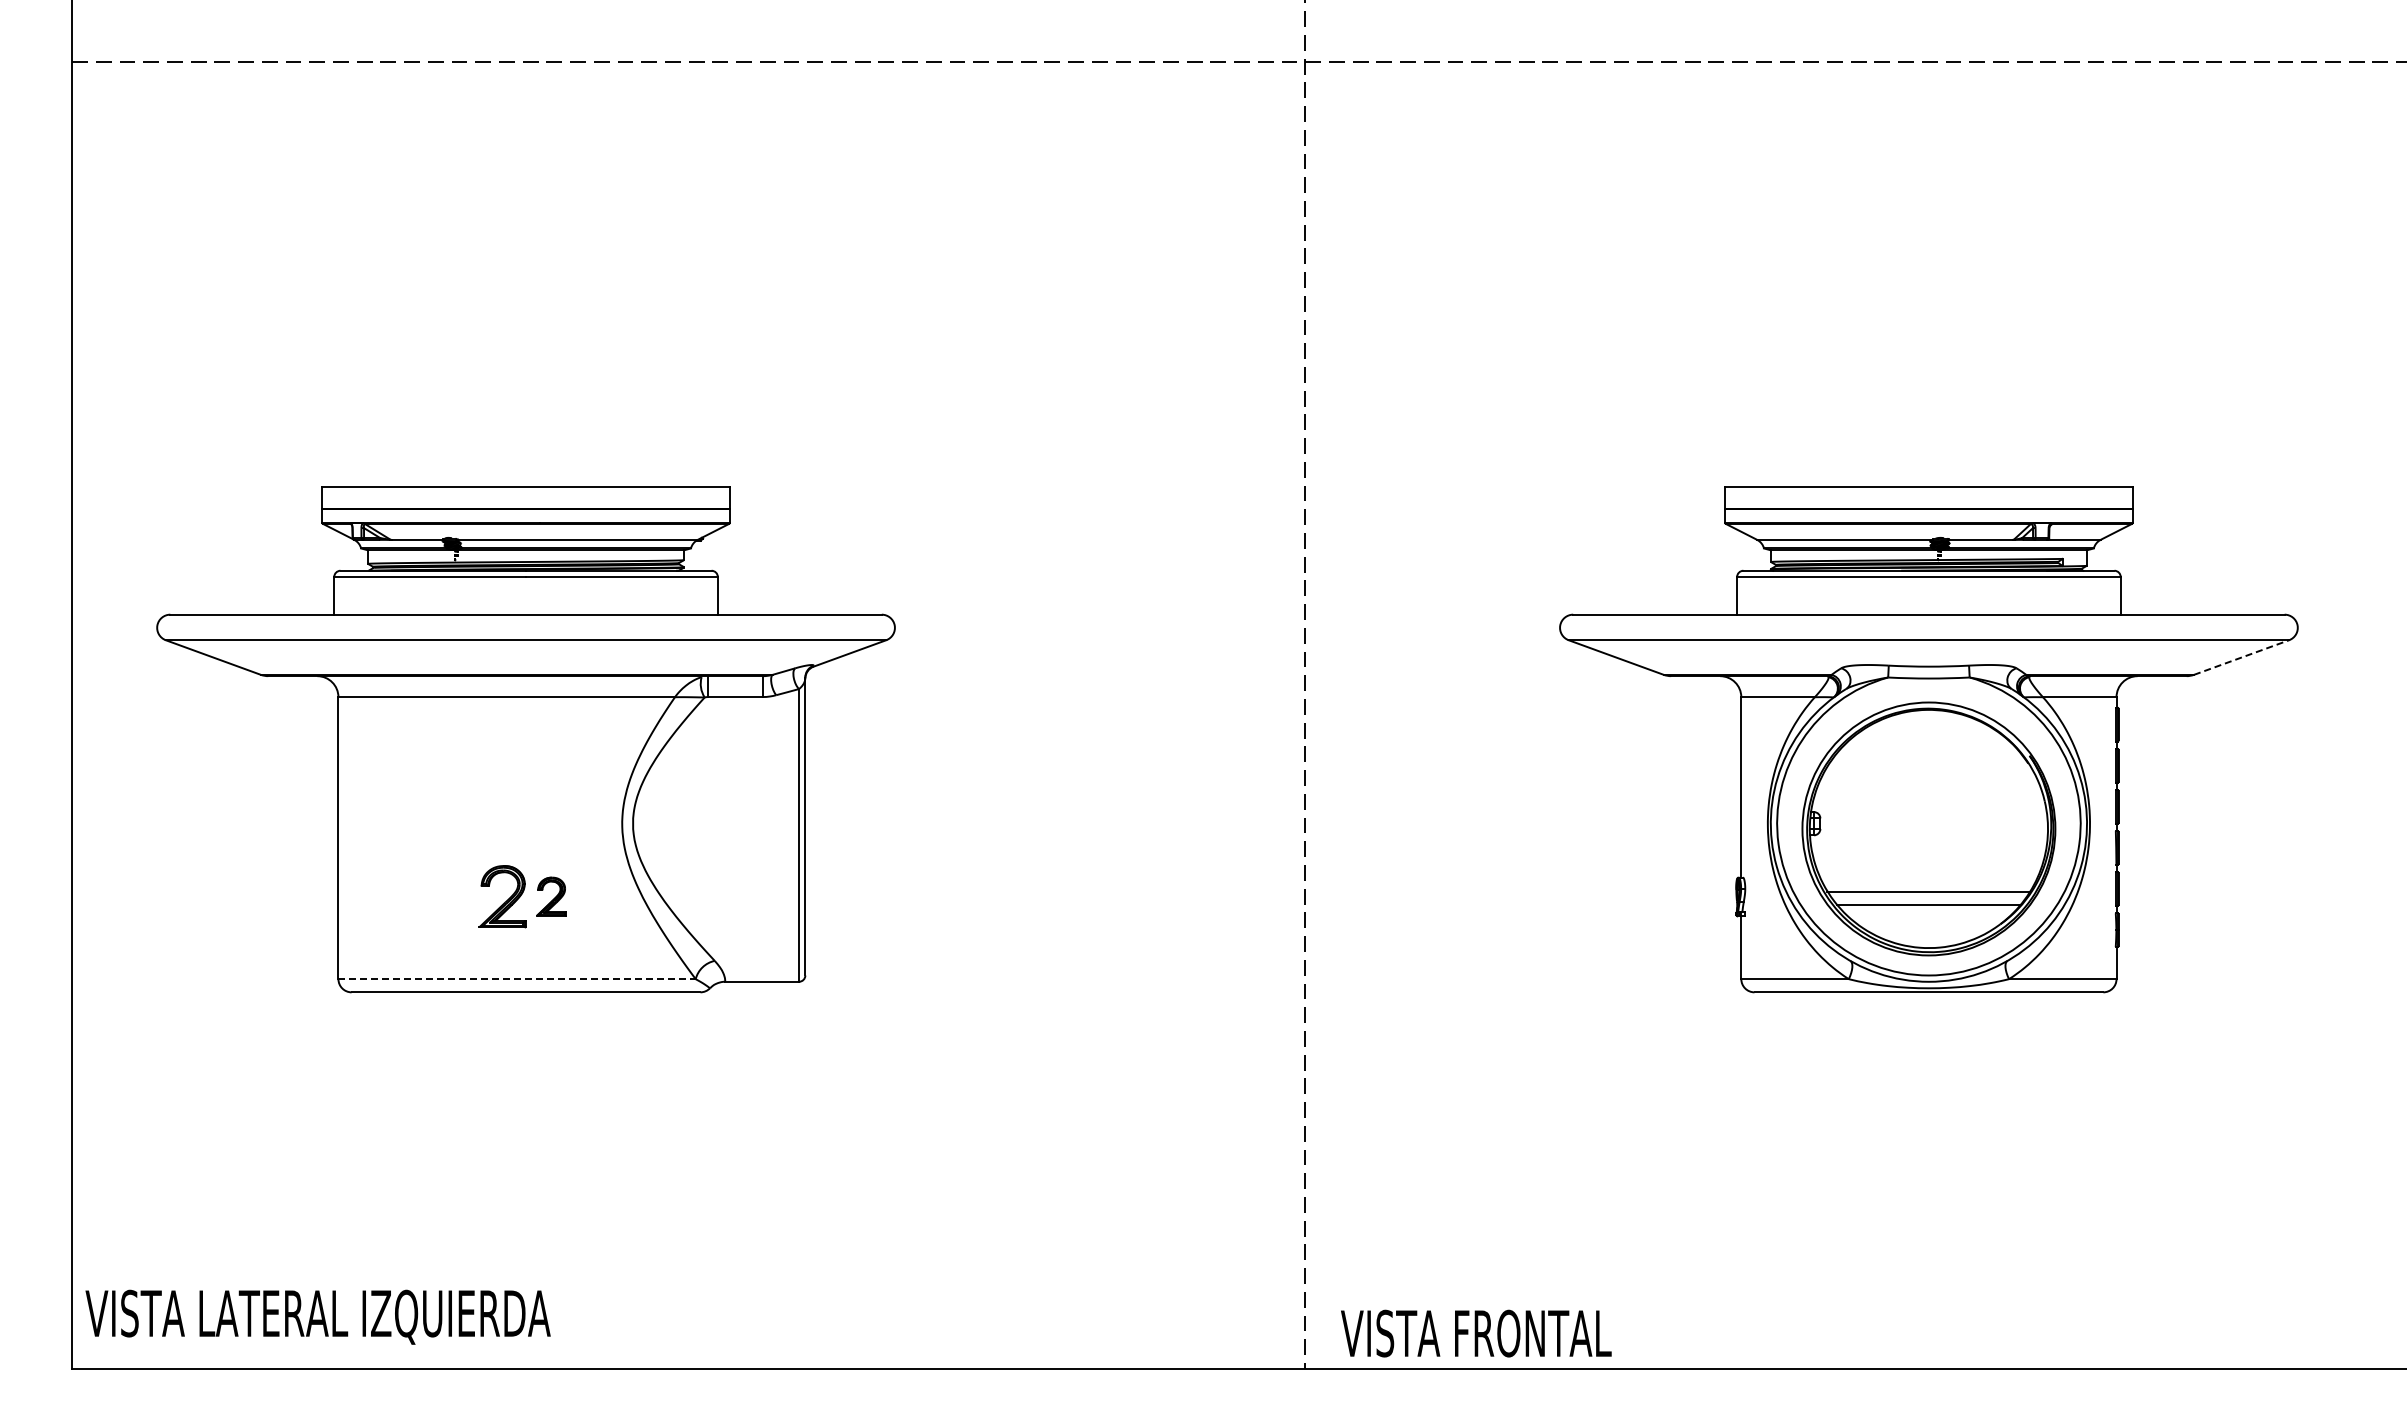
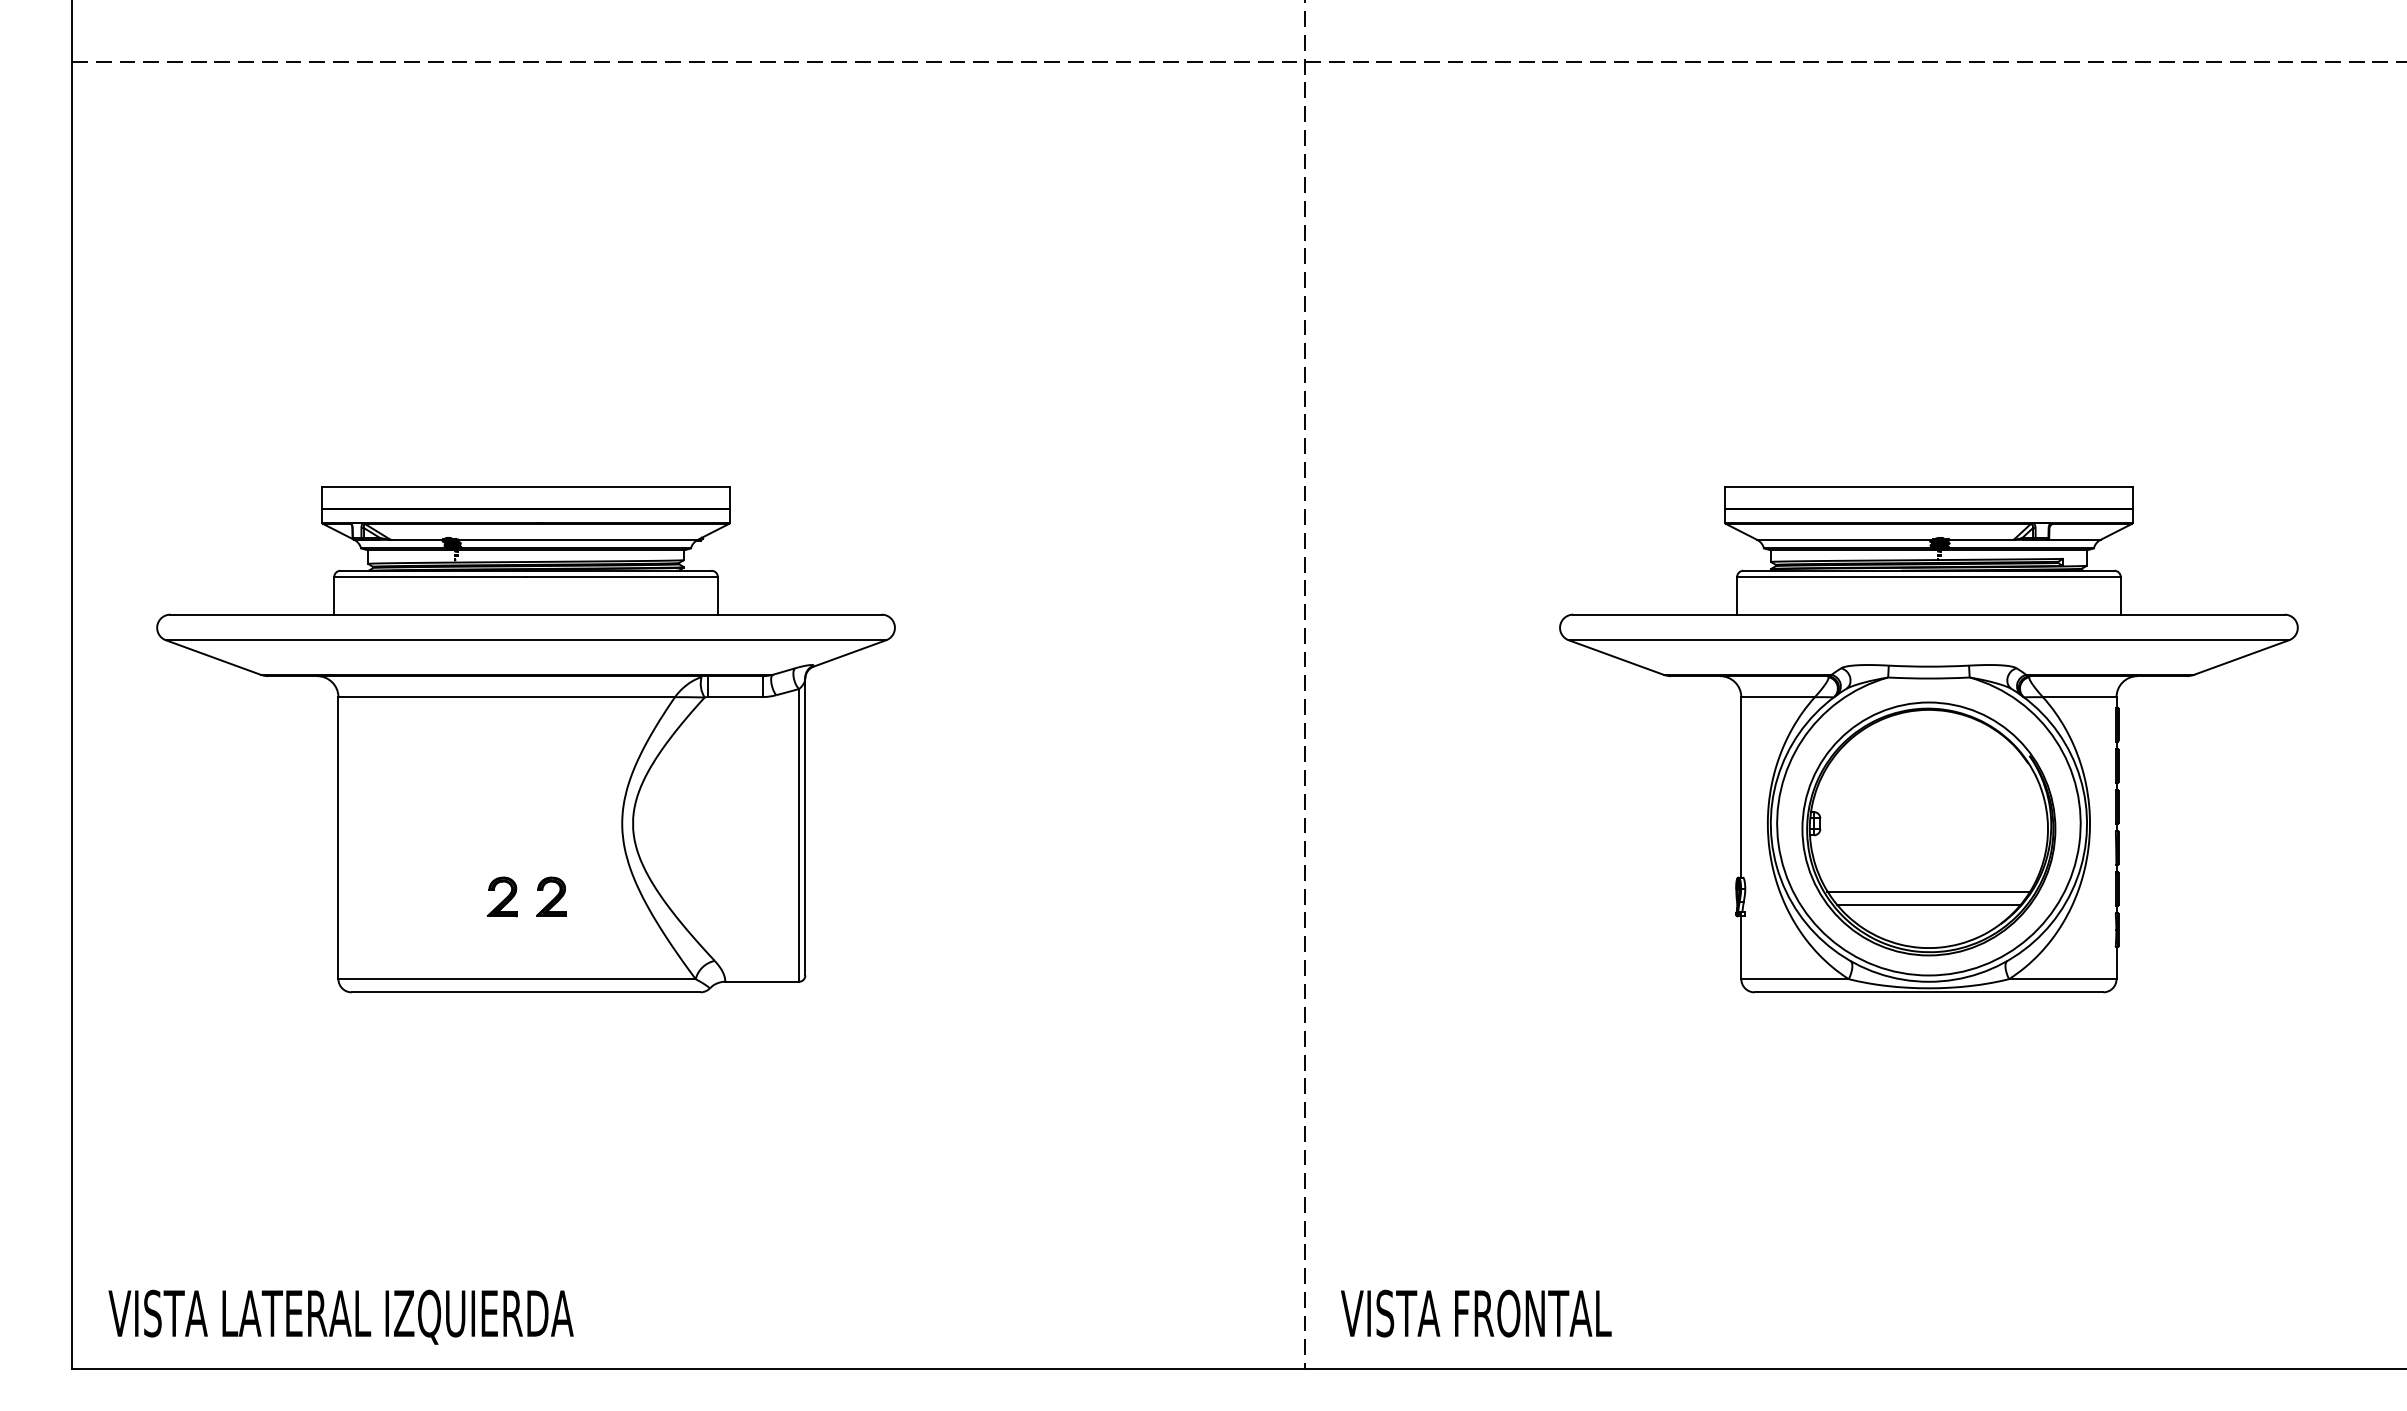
line at (2241, 657): dashed -> solid
part at (502, 896) size: 49x64 px -> 32x42 px
line at (517, 979): dashed -> solid
text at (317, 1316) position: (317, 1316) -> (340, 1316)
text at (1476, 1333) position: (1476, 1333) -> (1476, 1313)
